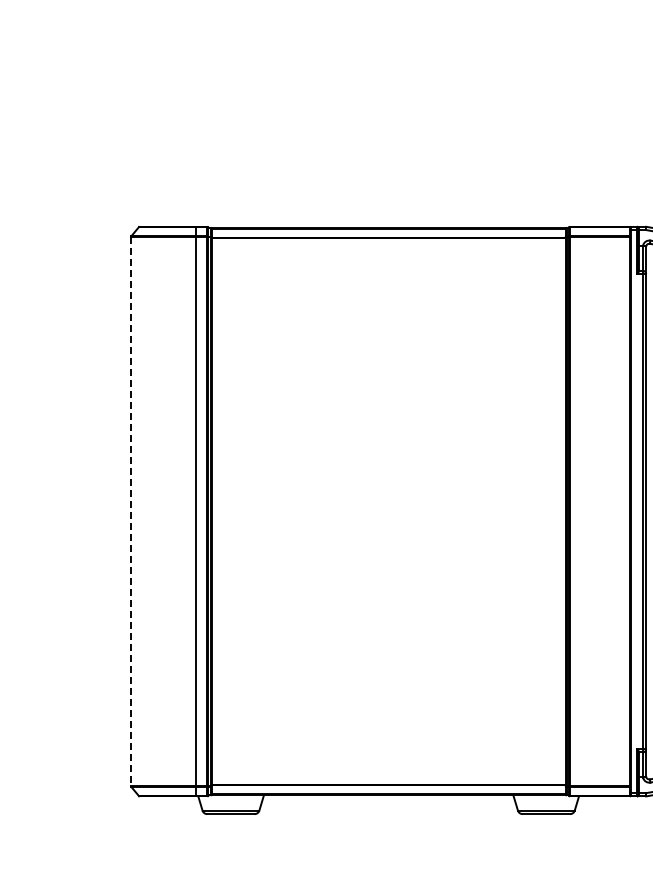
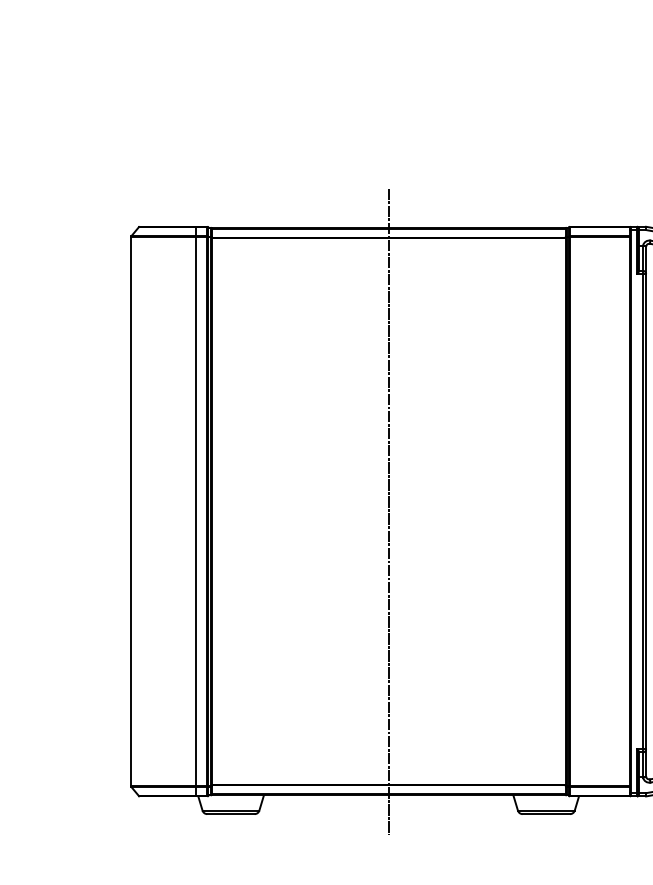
line at (131, 511): dashed -> solid
line at (388, 511): none -> present
